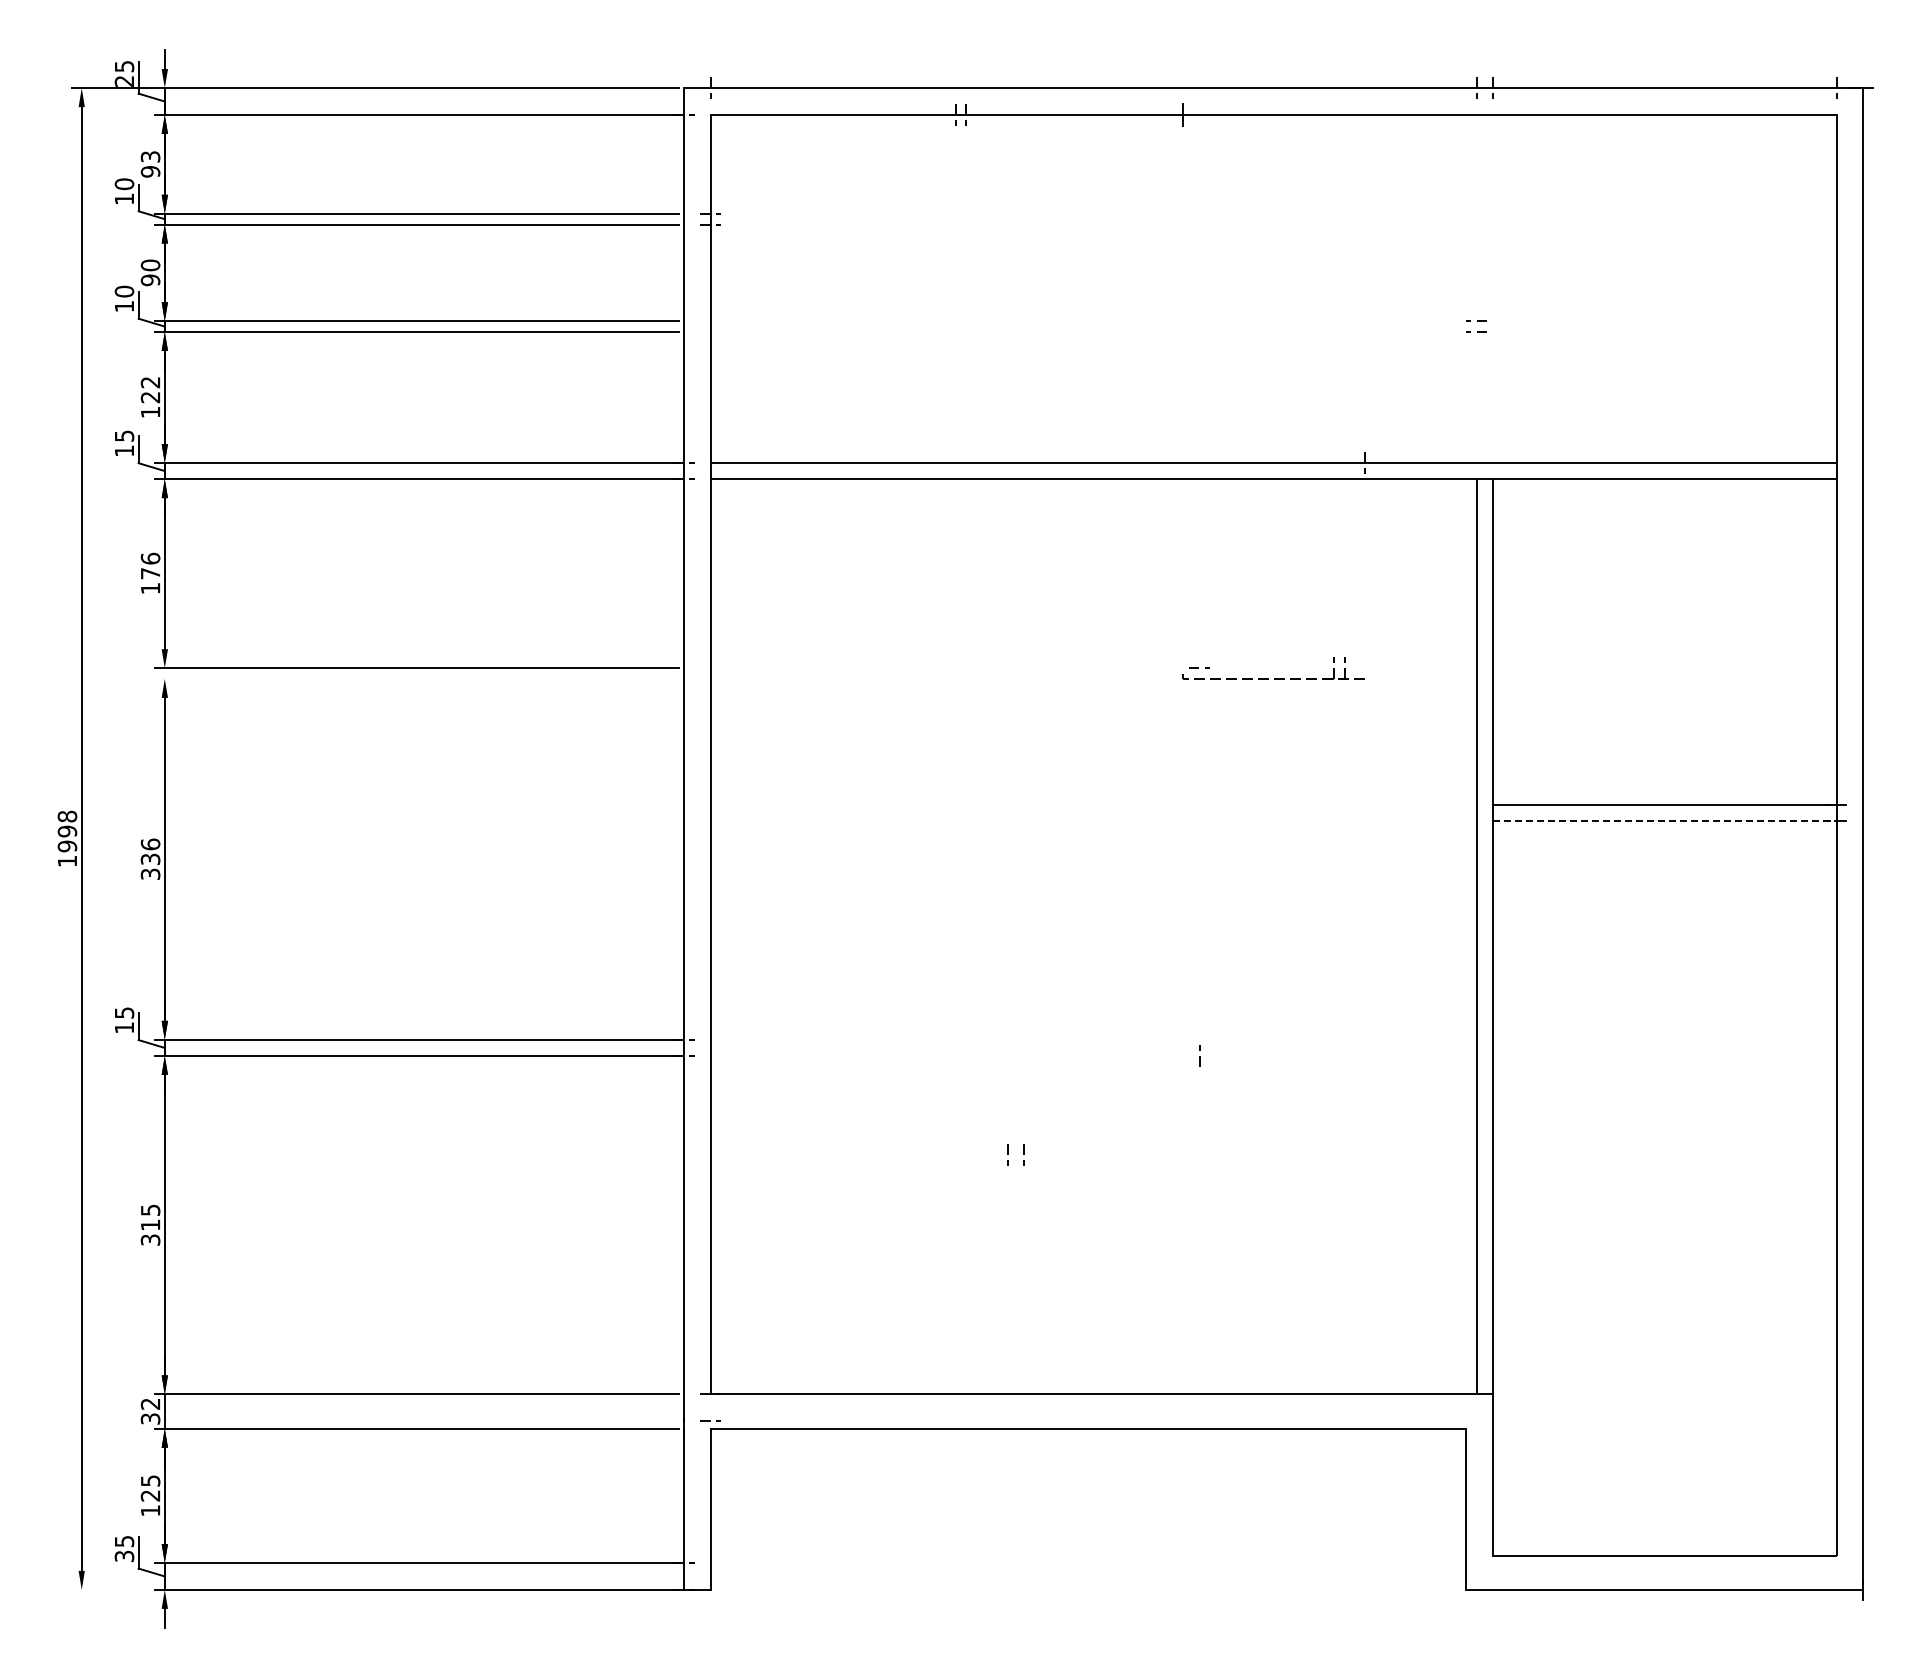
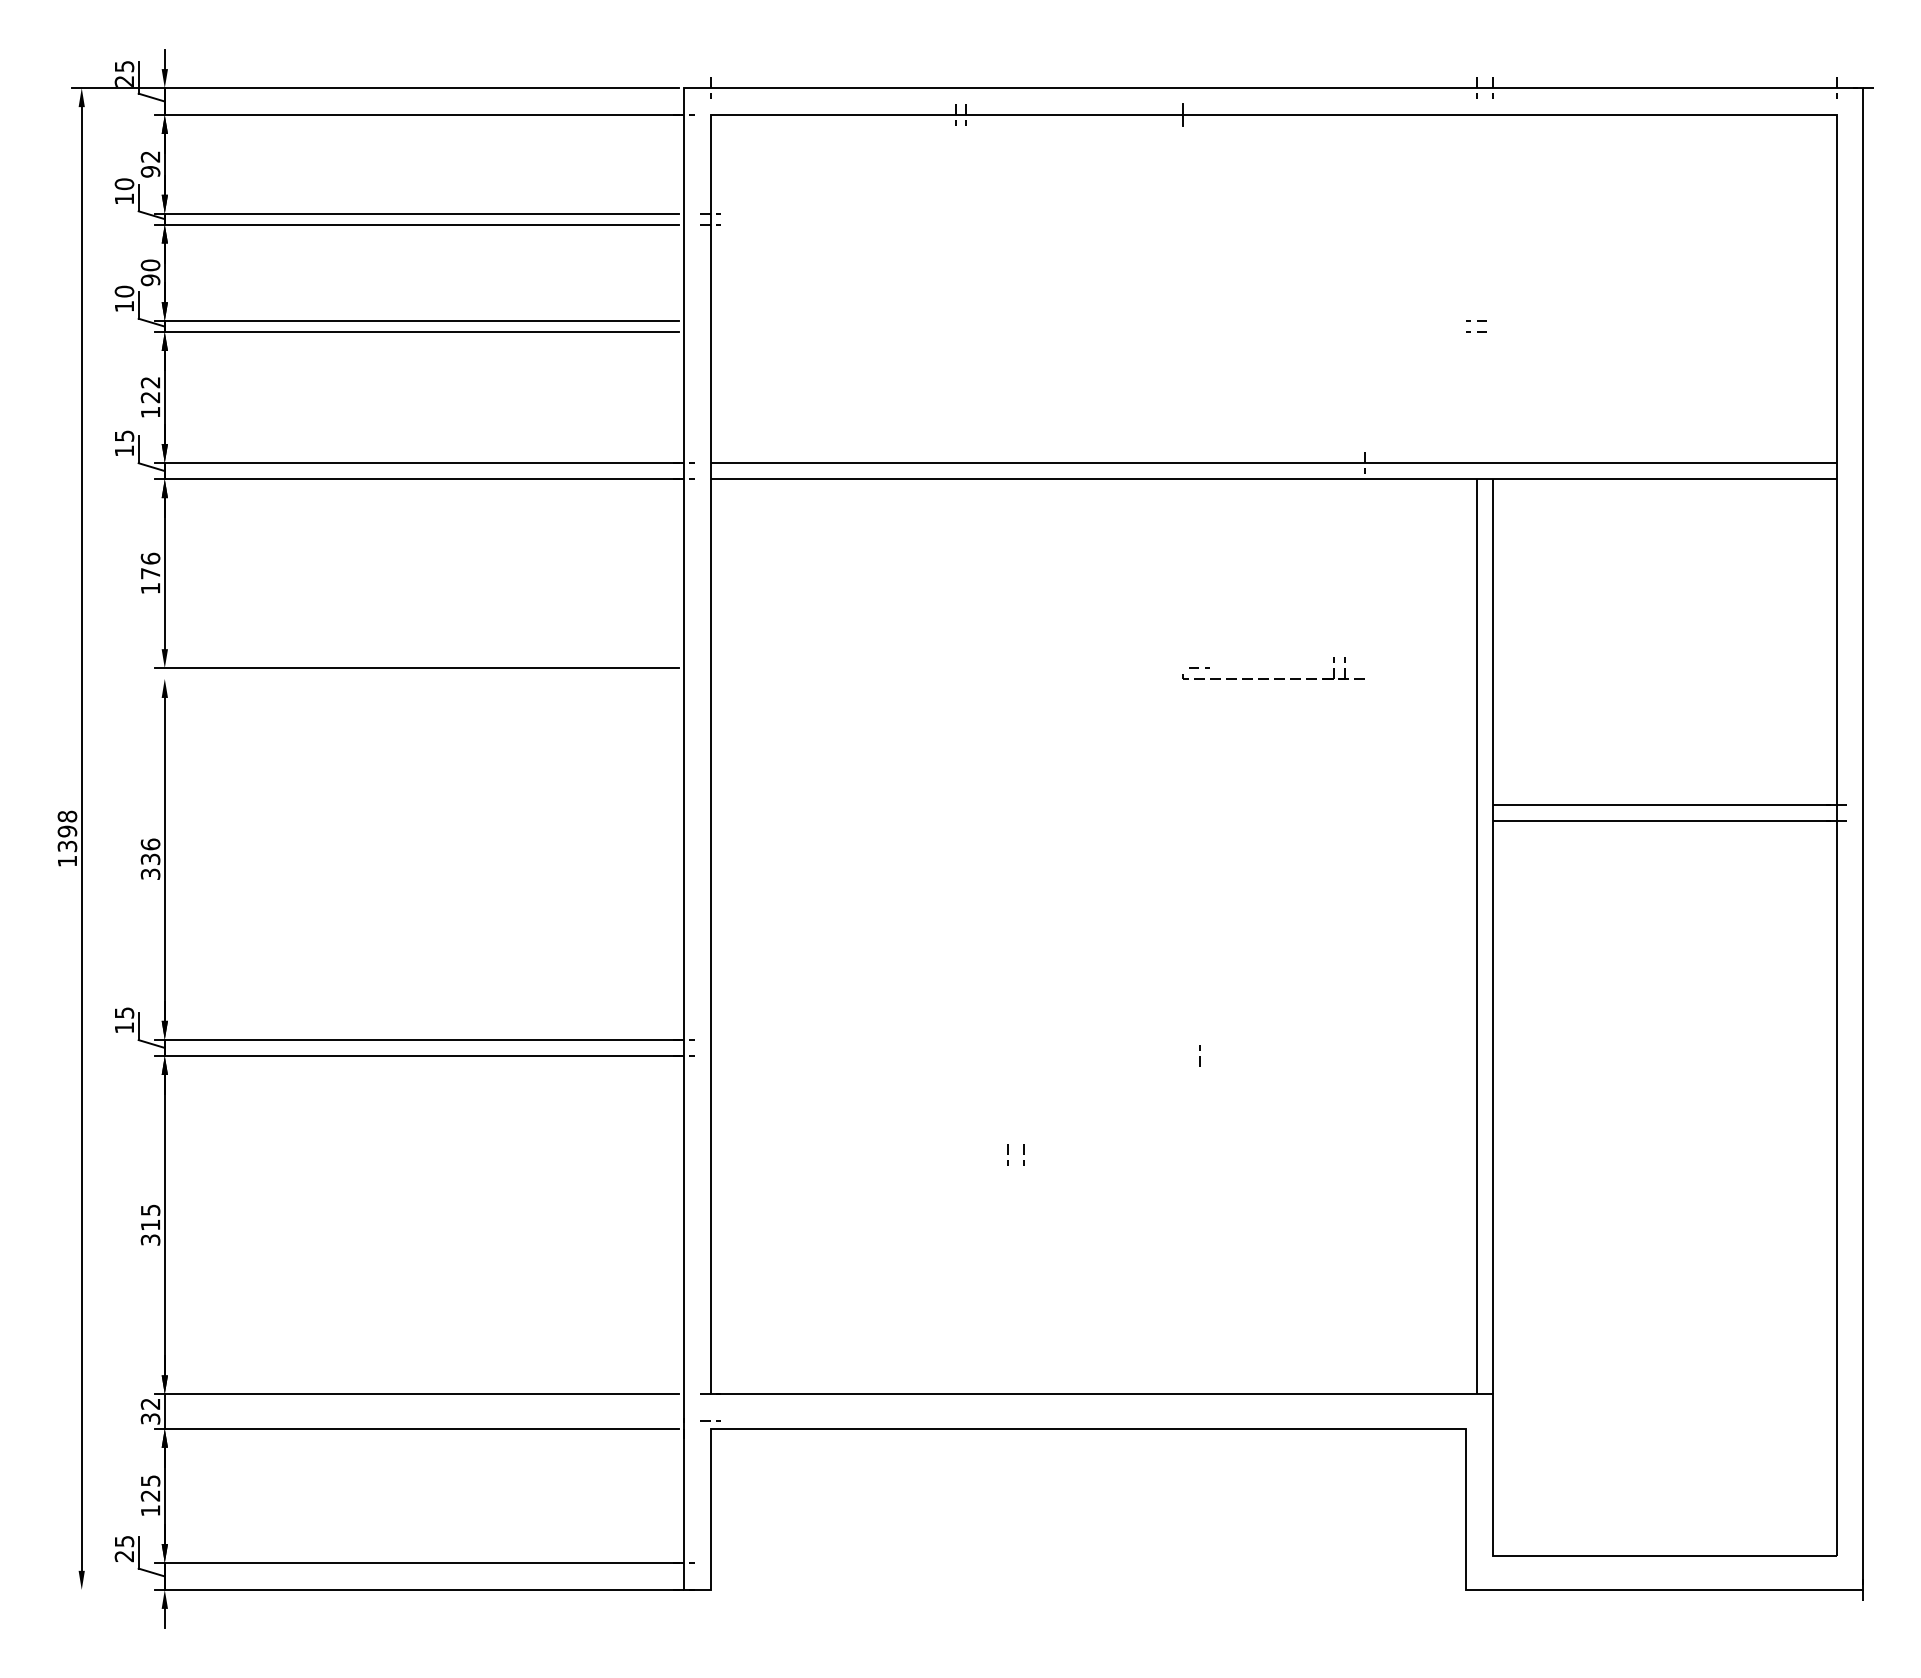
text at (150, 156): 93 -> 92
line at (1664, 820): dashed -> solid
text at (66, 846): 1998 -> 1398
text at (124, 1556): 35 -> 25
